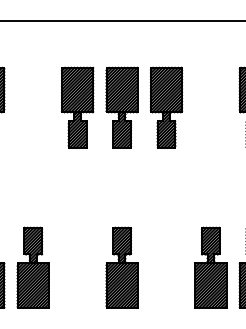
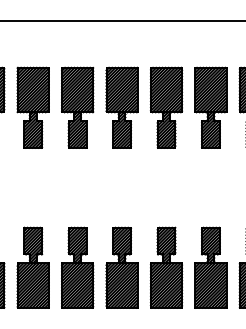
part at (32, 107): none -> present
part at (210, 107): none -> present
part at (77, 267): none -> present
part at (166, 267): none -> present
